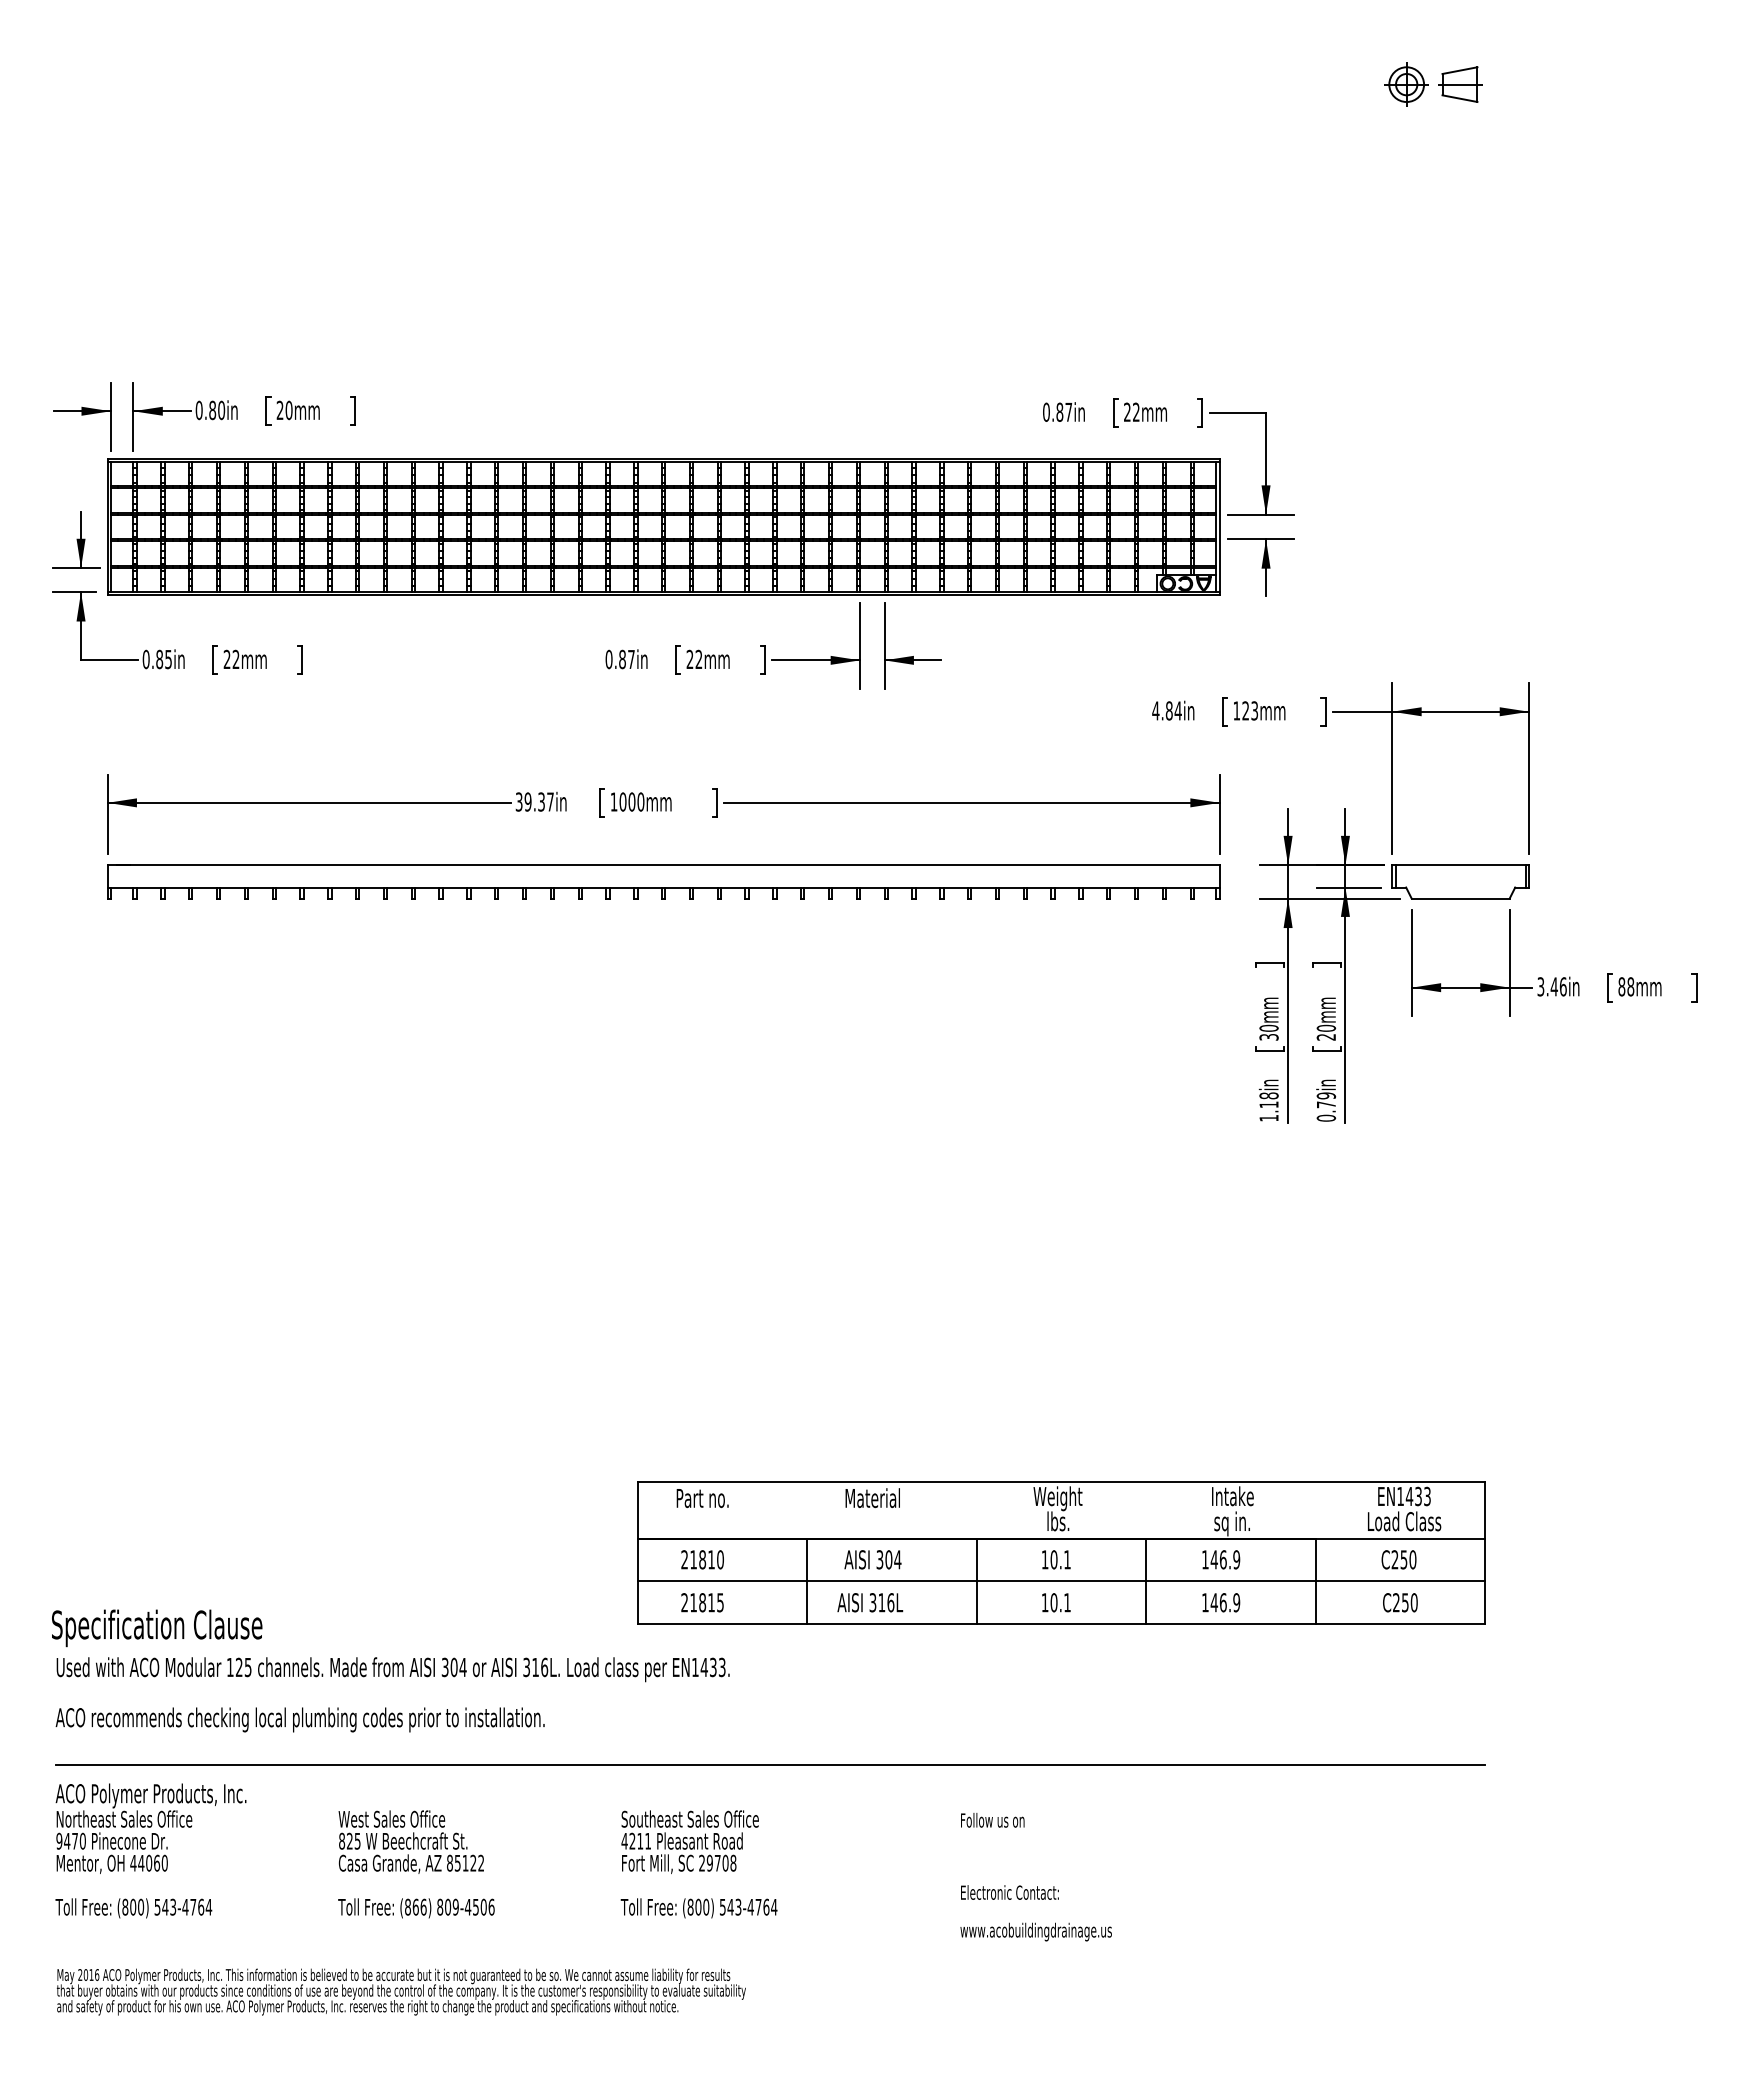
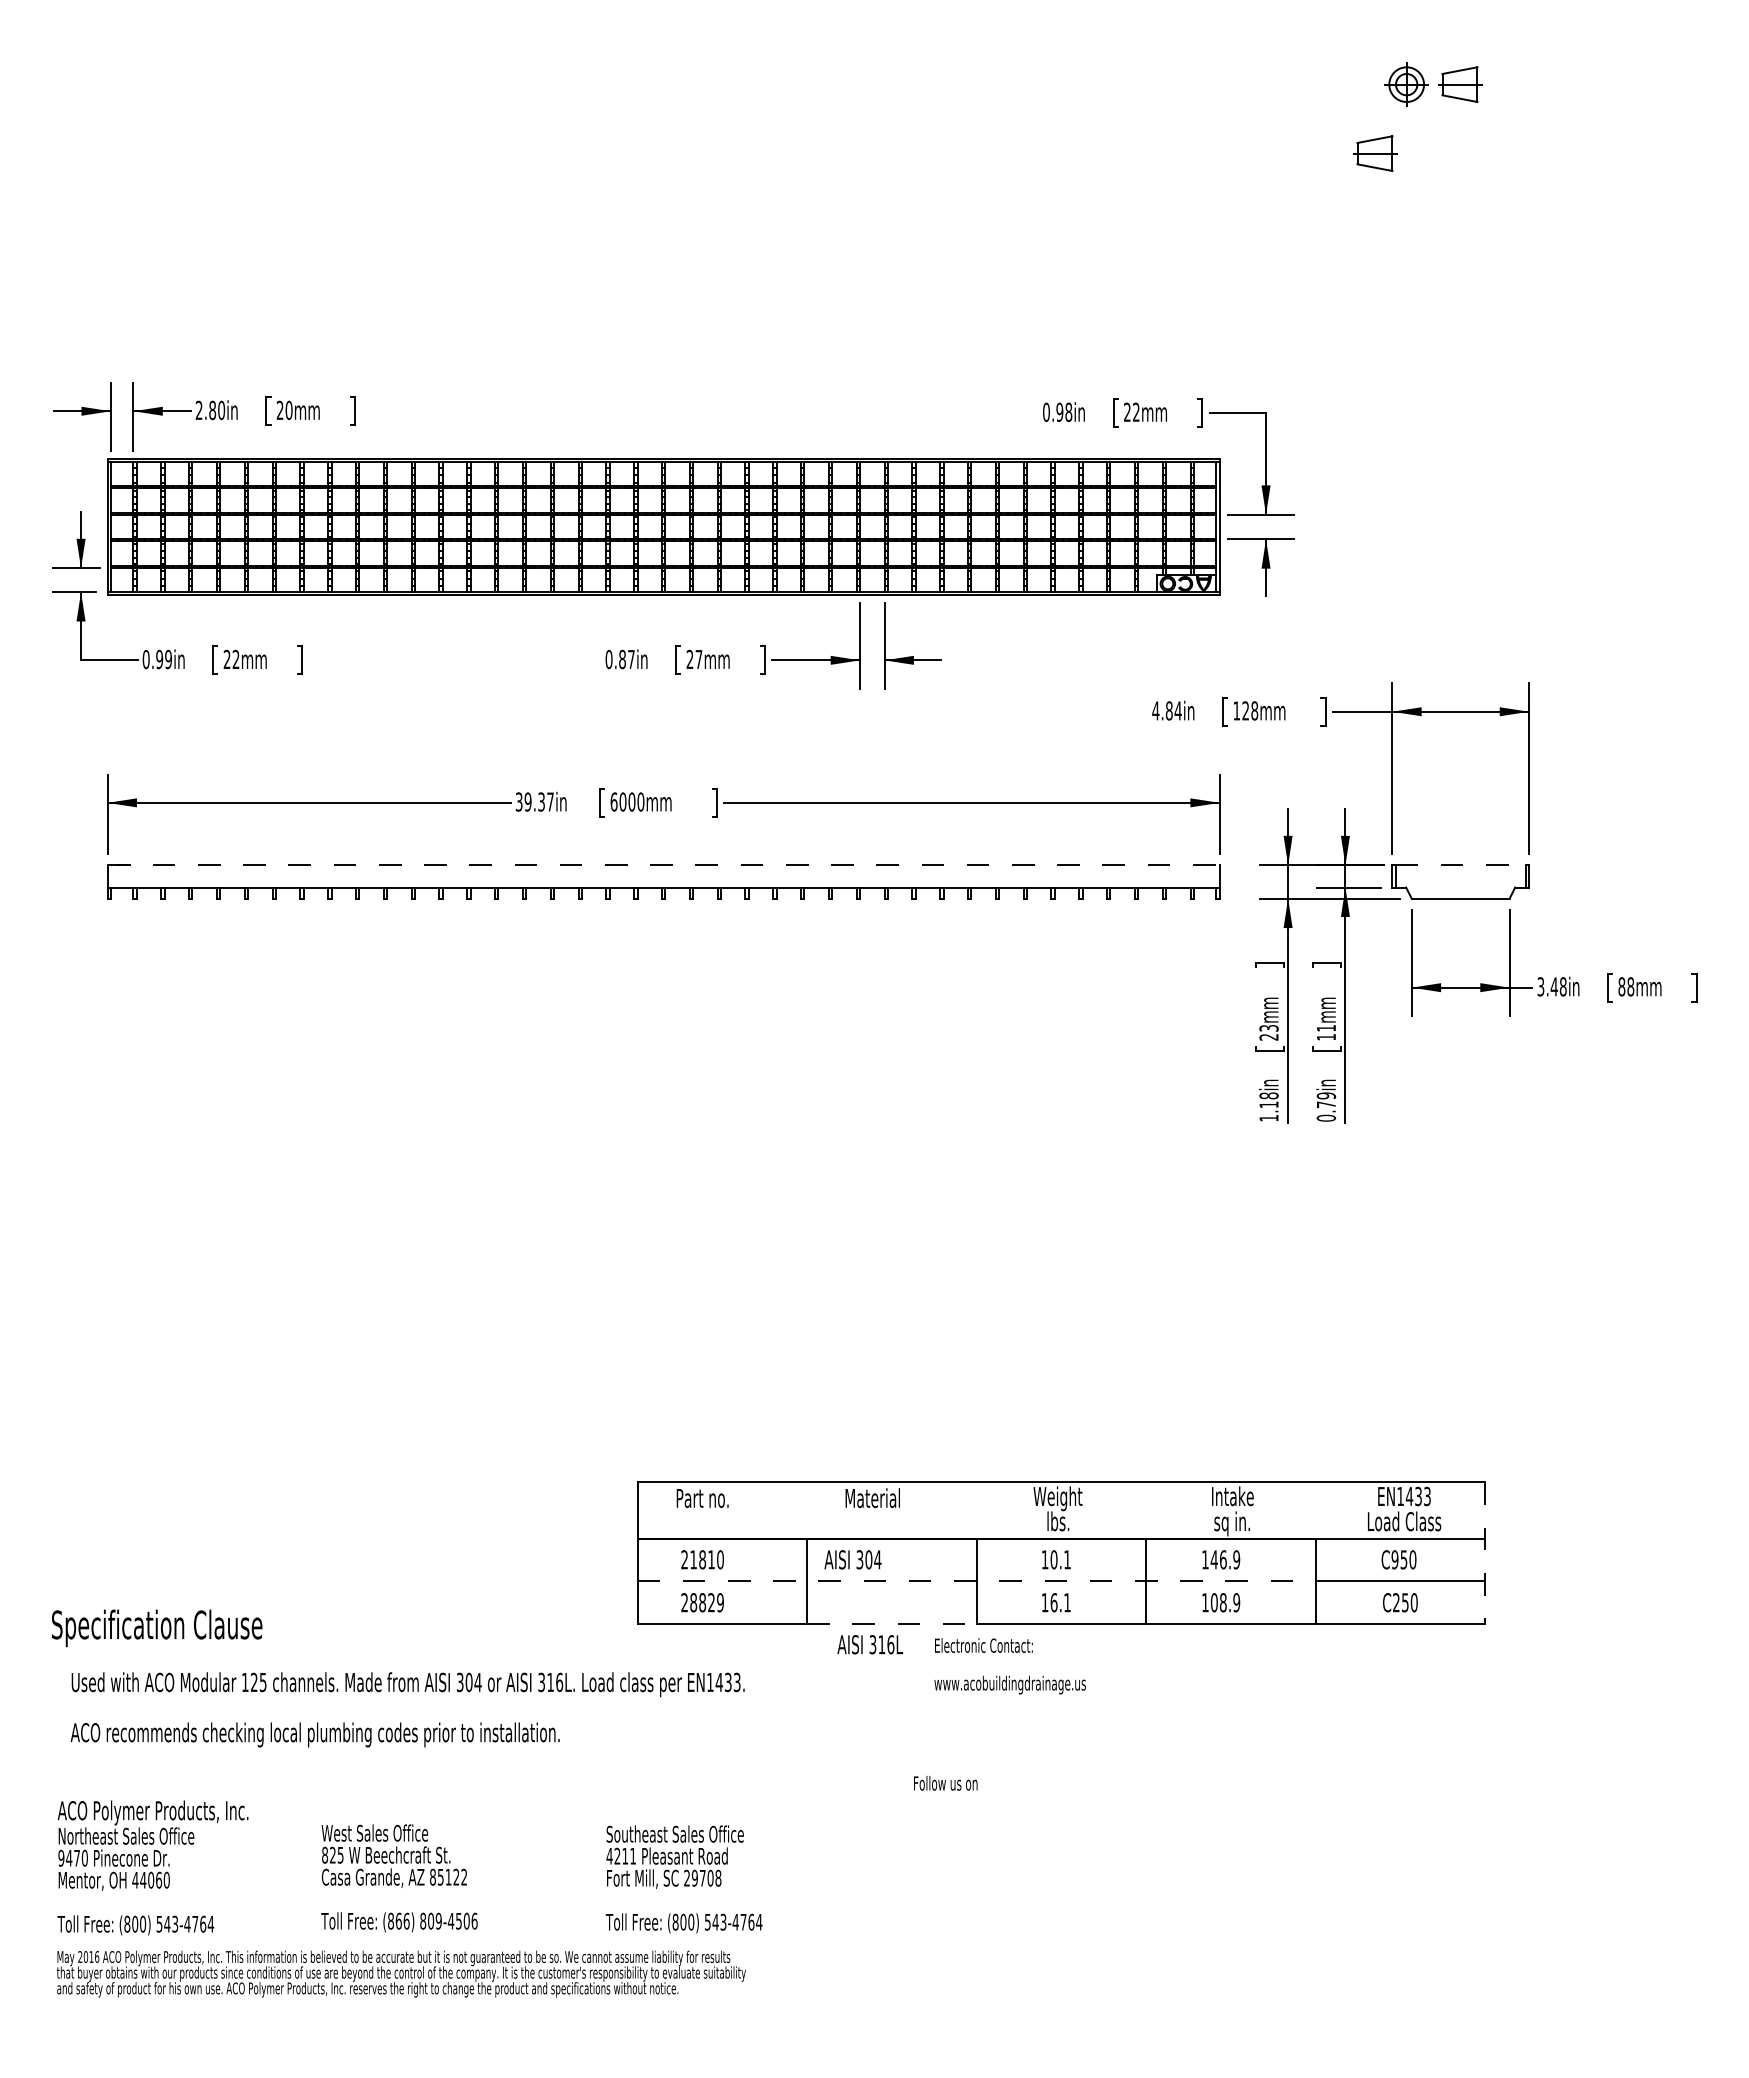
part at (1375, 153): none -> present
text at (198, 410): 0.80in -> 2.80in
text at (1064, 411): 0.87in -> 0.98in
text at (698, 658): 22mm -> 27mm
text at (164, 659): 0.85in -> 0.99in
text at (1254, 710): 123mm -> 128mm
text at (613, 801): 1000mm -> 6000mm
line at (664, 865): solid -> dashed
line at (1461, 865): solid -> dashed
text at (1562, 986): 3.46in -> 3.48in
text at (1268, 1032): 30mm -> 23mm
text at (1326, 1032): 20mm -> 11mm
line at (1485, 1553): solid -> dashed
text at (872, 1559) position: (872, 1559) -> (852, 1559)
text at (1394, 1559): C250 -> C950
line at (977, 1581): solid -> dashed
text at (706, 1602): 21815 -> 28829
text at (870, 1602) position: (870, 1602) -> (870, 1644)
text at (1053, 1602): 10.1 -> 16.1
text at (1218, 1602): 146.9 -> 108.9
line at (891, 1623): solid -> dashed
text at (392, 1694) position: (392, 1694) -> (407, 1709)
line at (770, 1765): present -> none
text at (992, 1820) position: (992, 1820) -> (945, 1783)
text at (150, 1850) position: (150, 1850) -> (152, 1867)
text at (416, 1864) position: (416, 1864) -> (399, 1878)
text at (698, 1864) position: (698, 1864) -> (683, 1879)
text at (1035, 1913) position: (1035, 1913) -> (1009, 1666)
text at (400, 1991) position: (400, 1991) -> (400, 1973)
